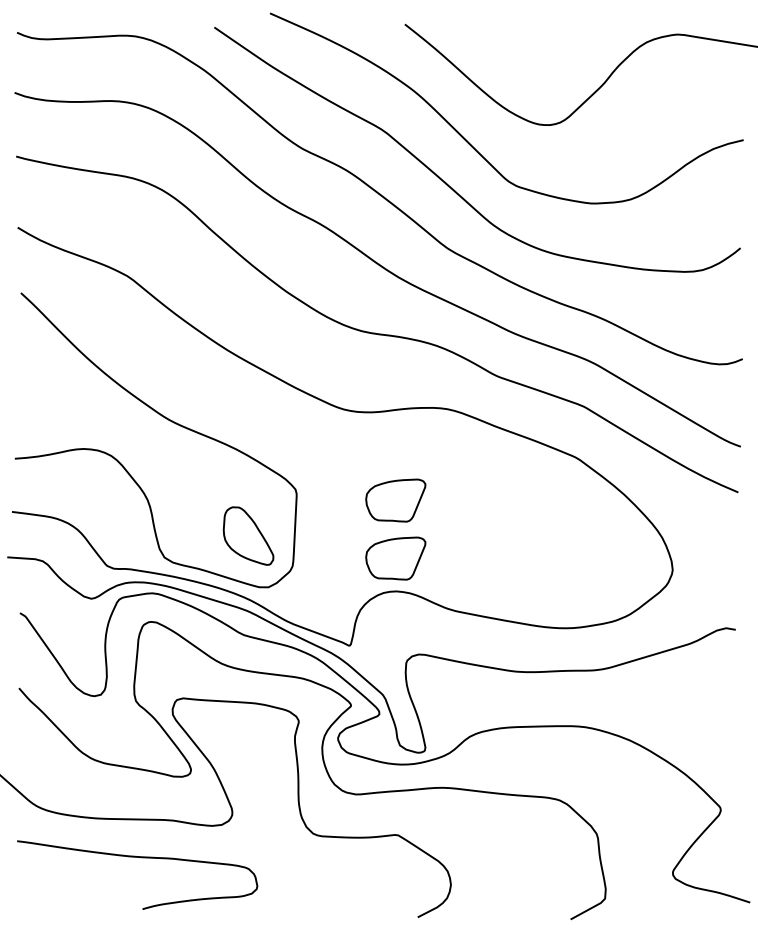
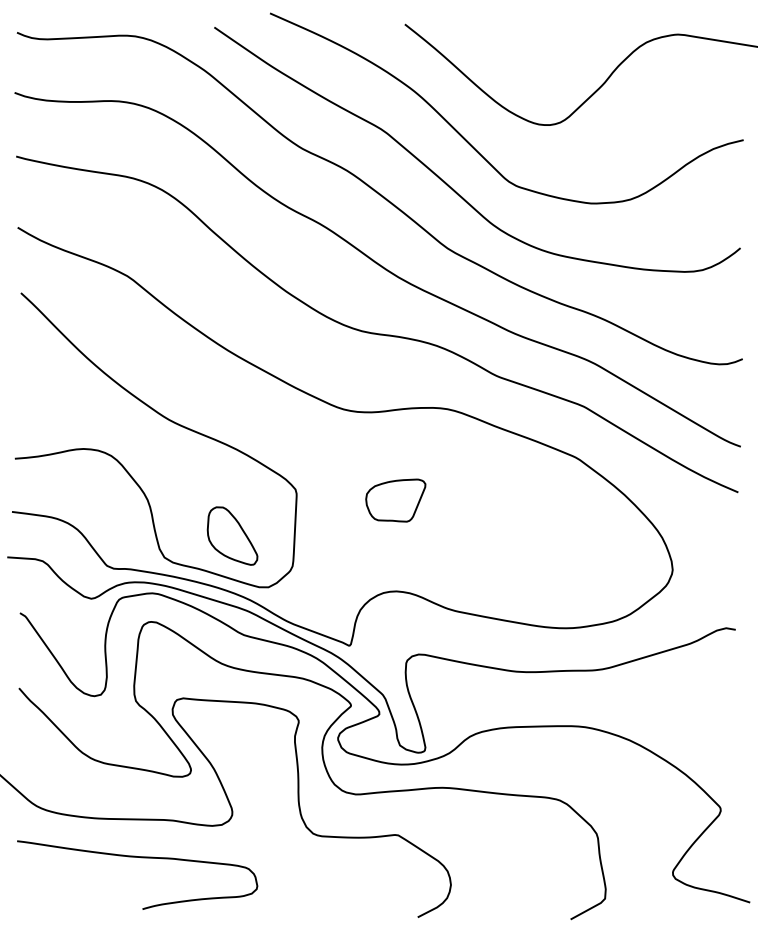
part at (248, 535) position: (248, 535) -> (232, 535)
part at (395, 558): present -> none
